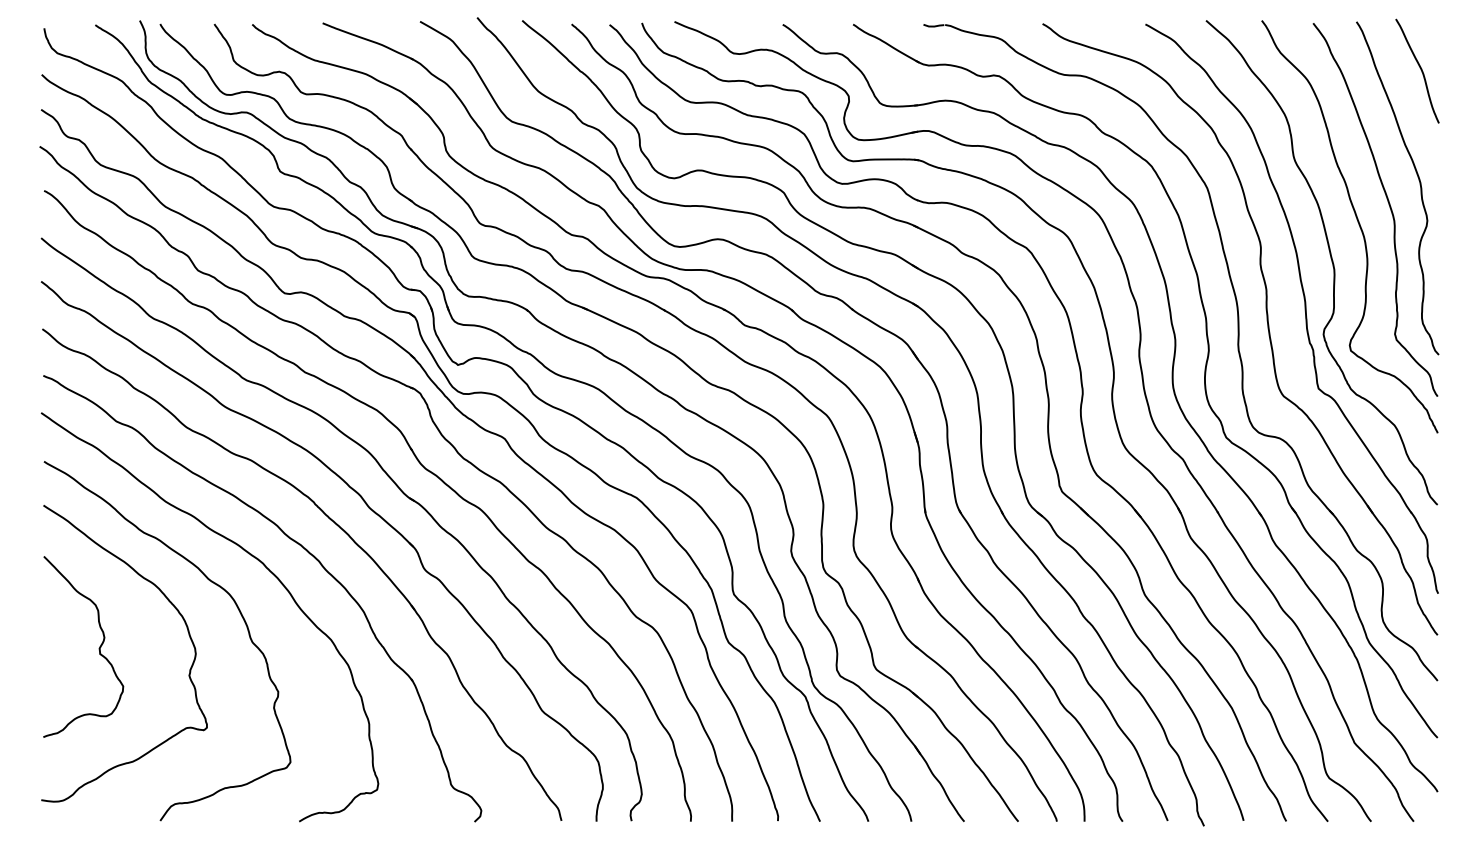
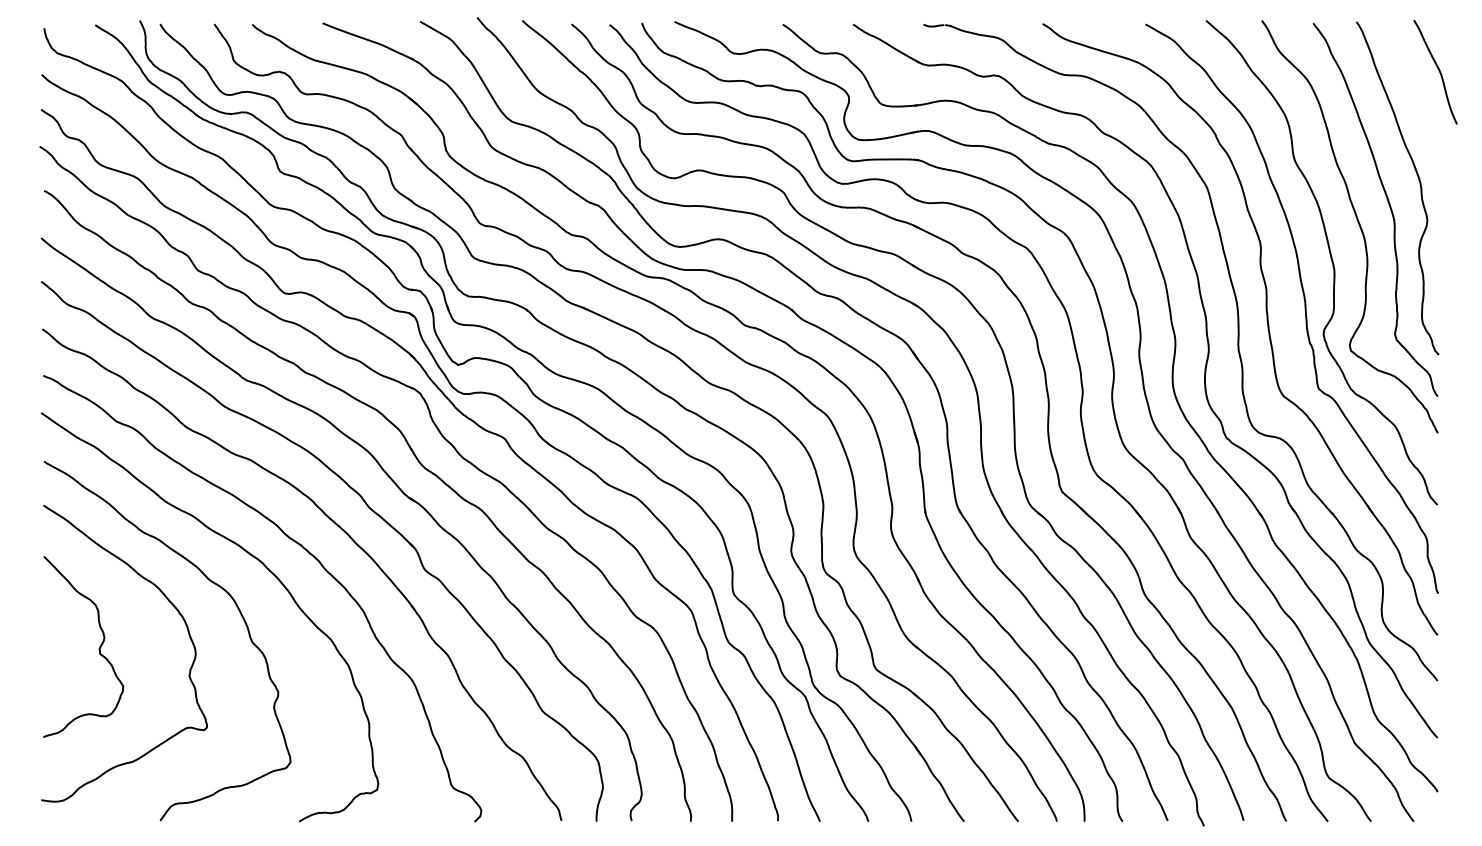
curve at (1420, 70) position: (1420, 70) -> (1438, 71)
